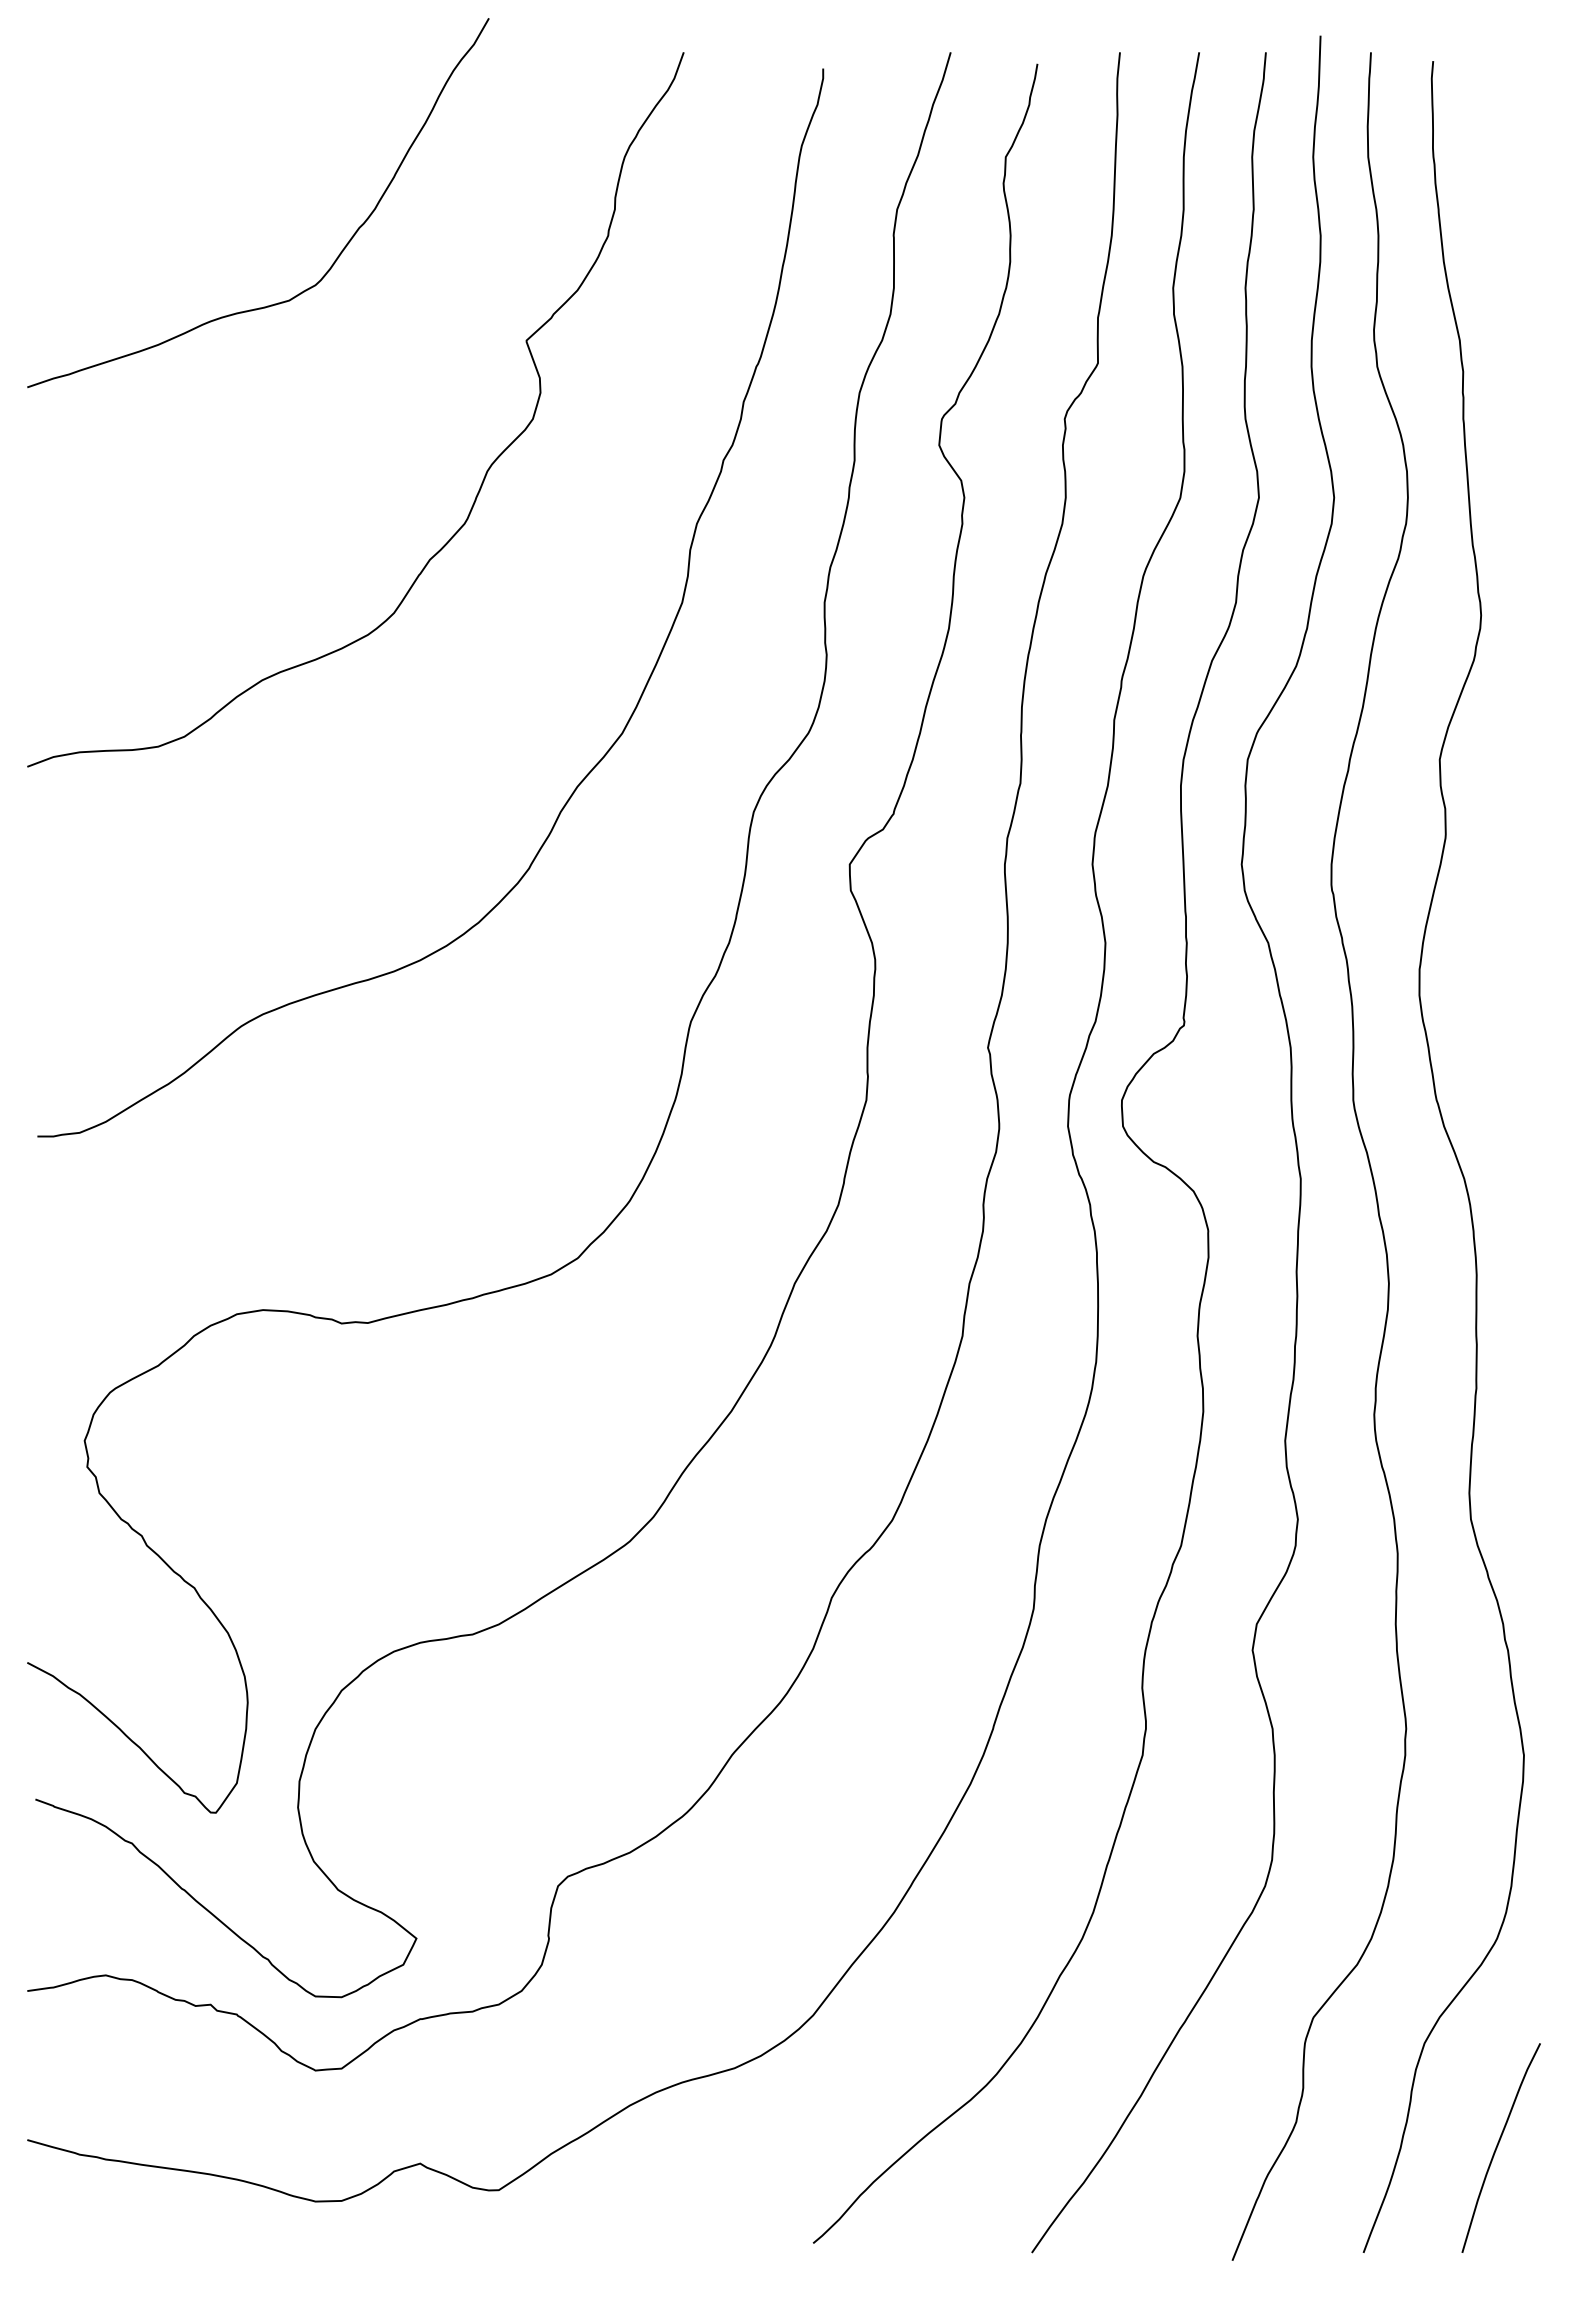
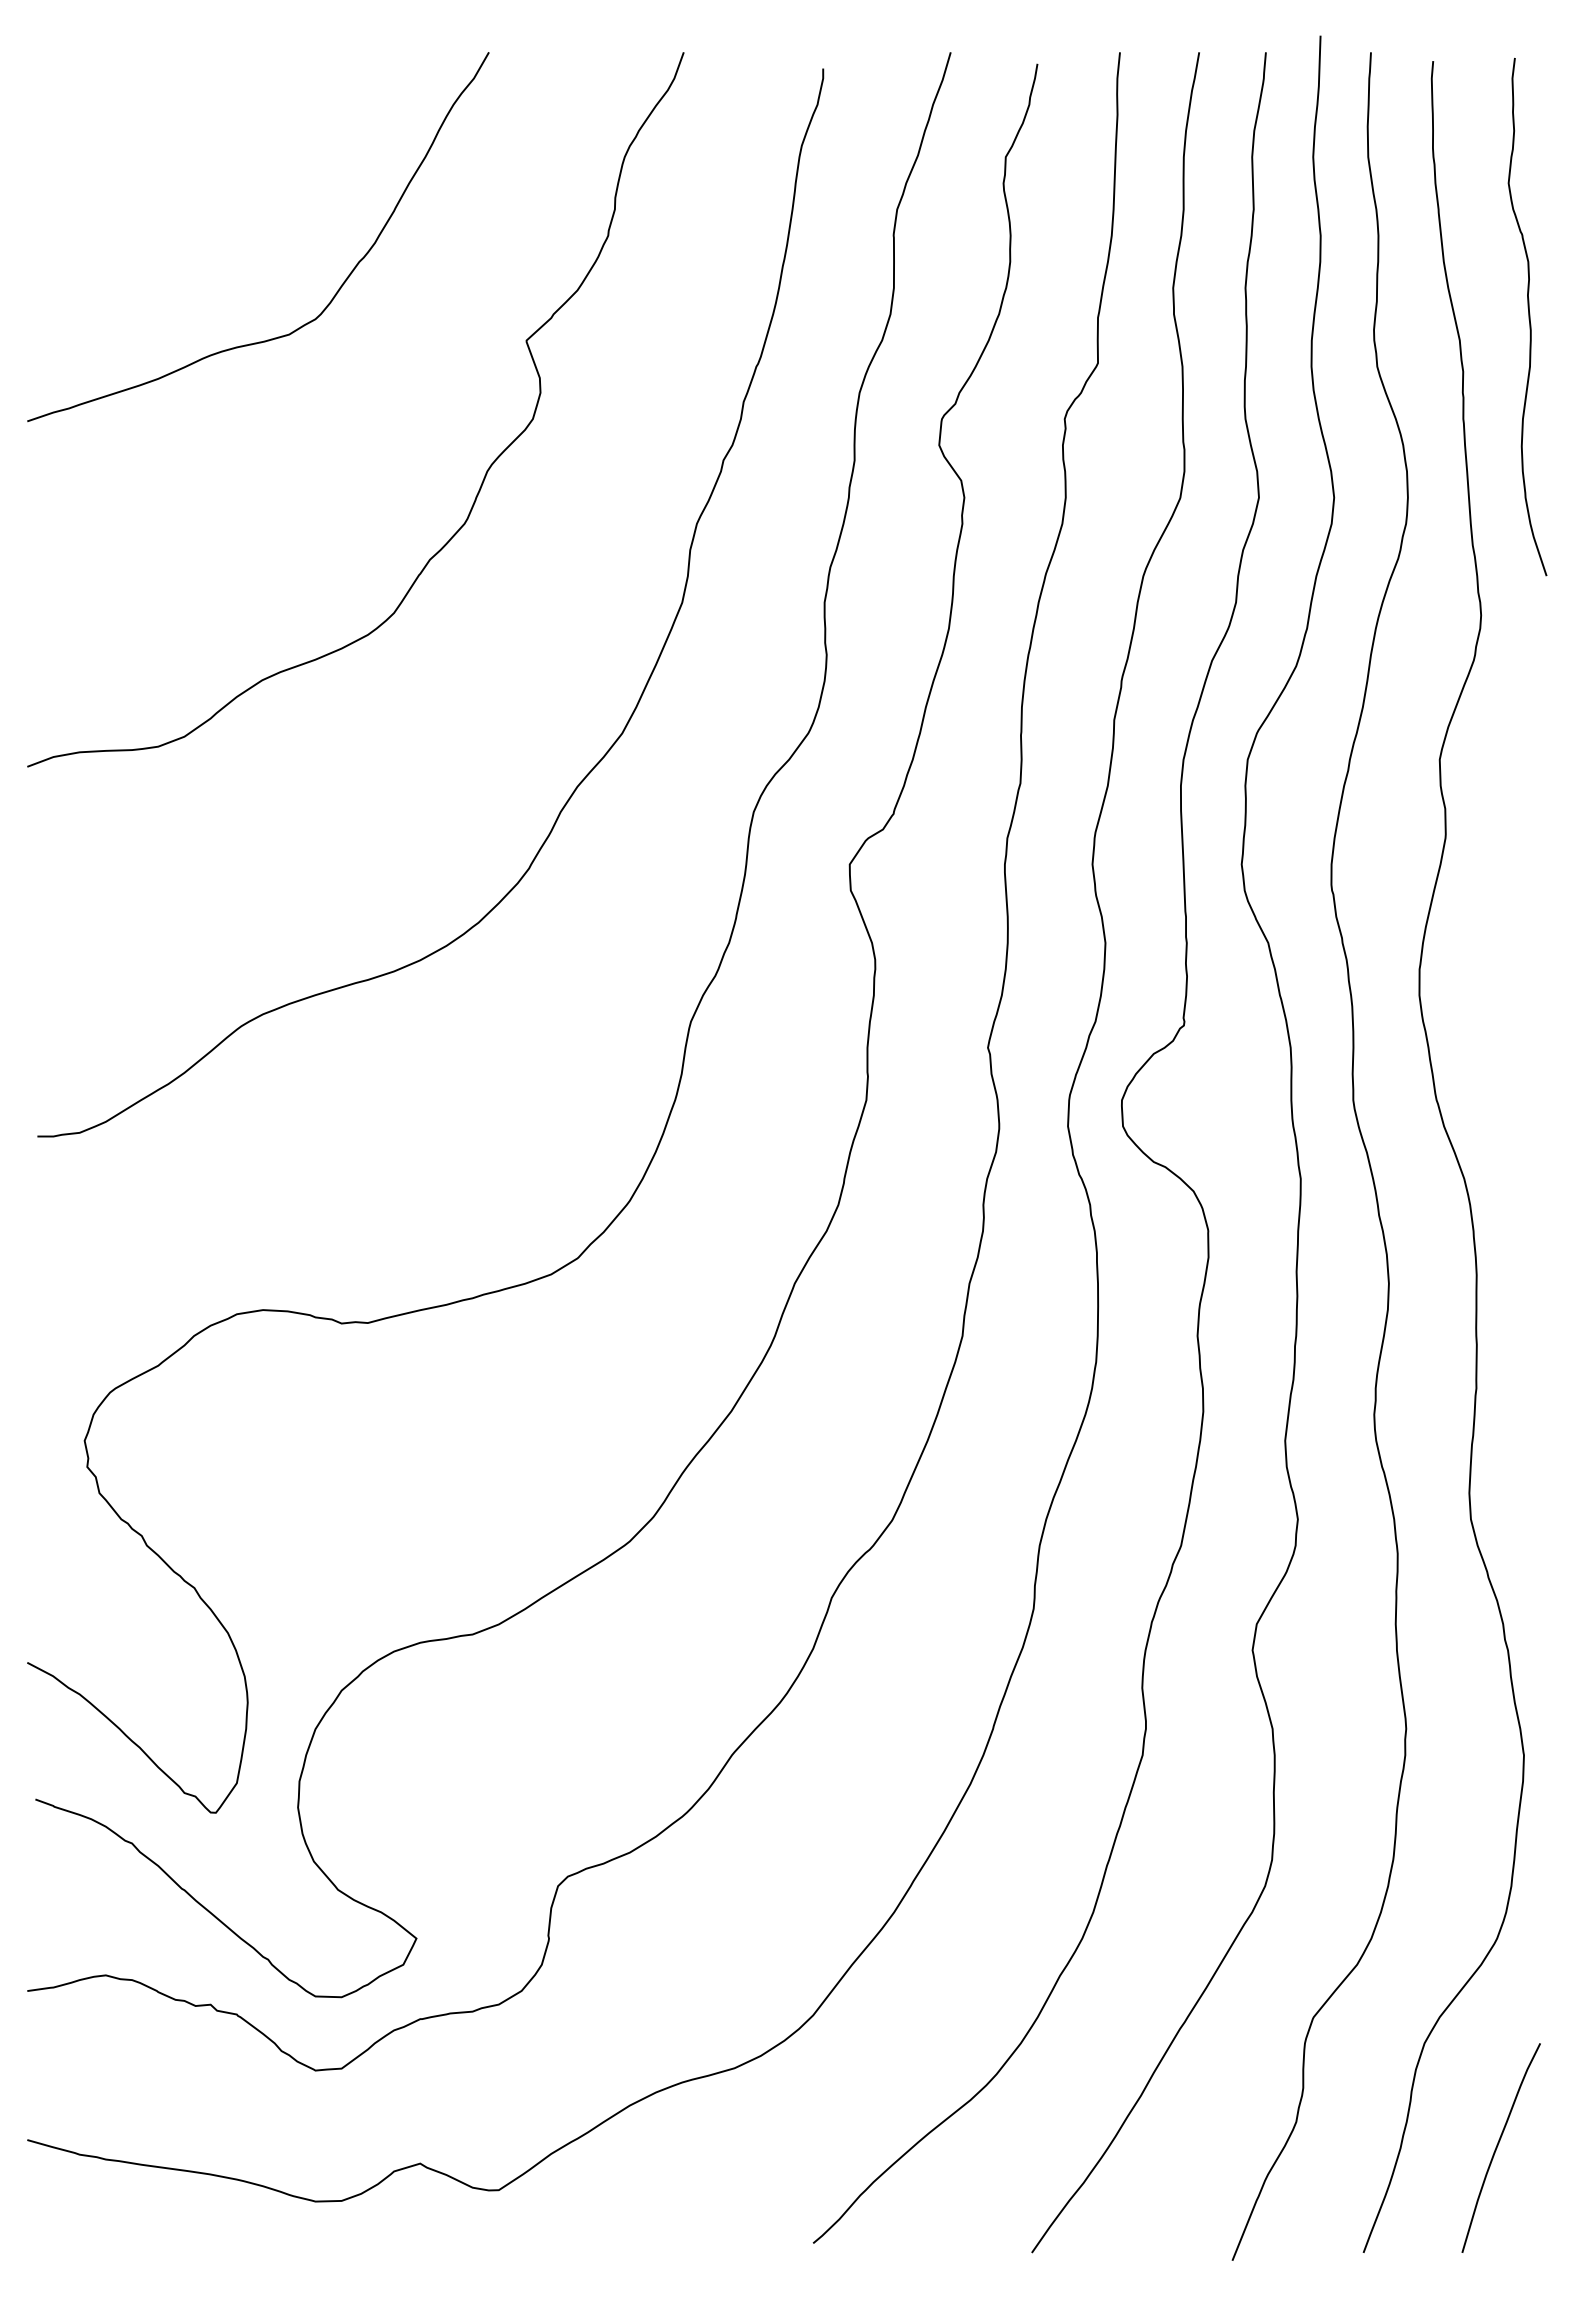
curve at (336, 257) position: (336, 257) -> (336, 291)
curve at (1528, 316): none -> present
